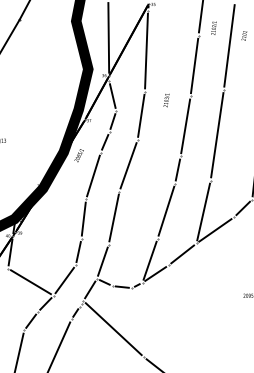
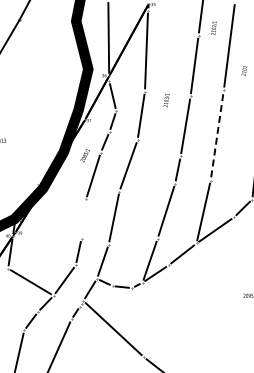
text at (244, 35) position: (244, 35) -> (244, 70)
line at (217, 135): solid -> dashed
text at (78, 155) position: (78, 155) -> (84, 155)
line at (83, 218): present -> none
